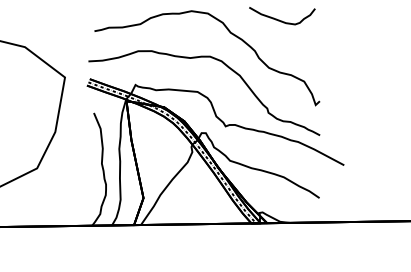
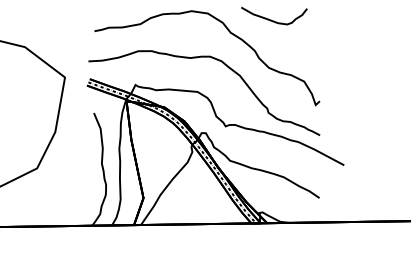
curve at (282, 20) position: (282, 20) -> (274, 20)
